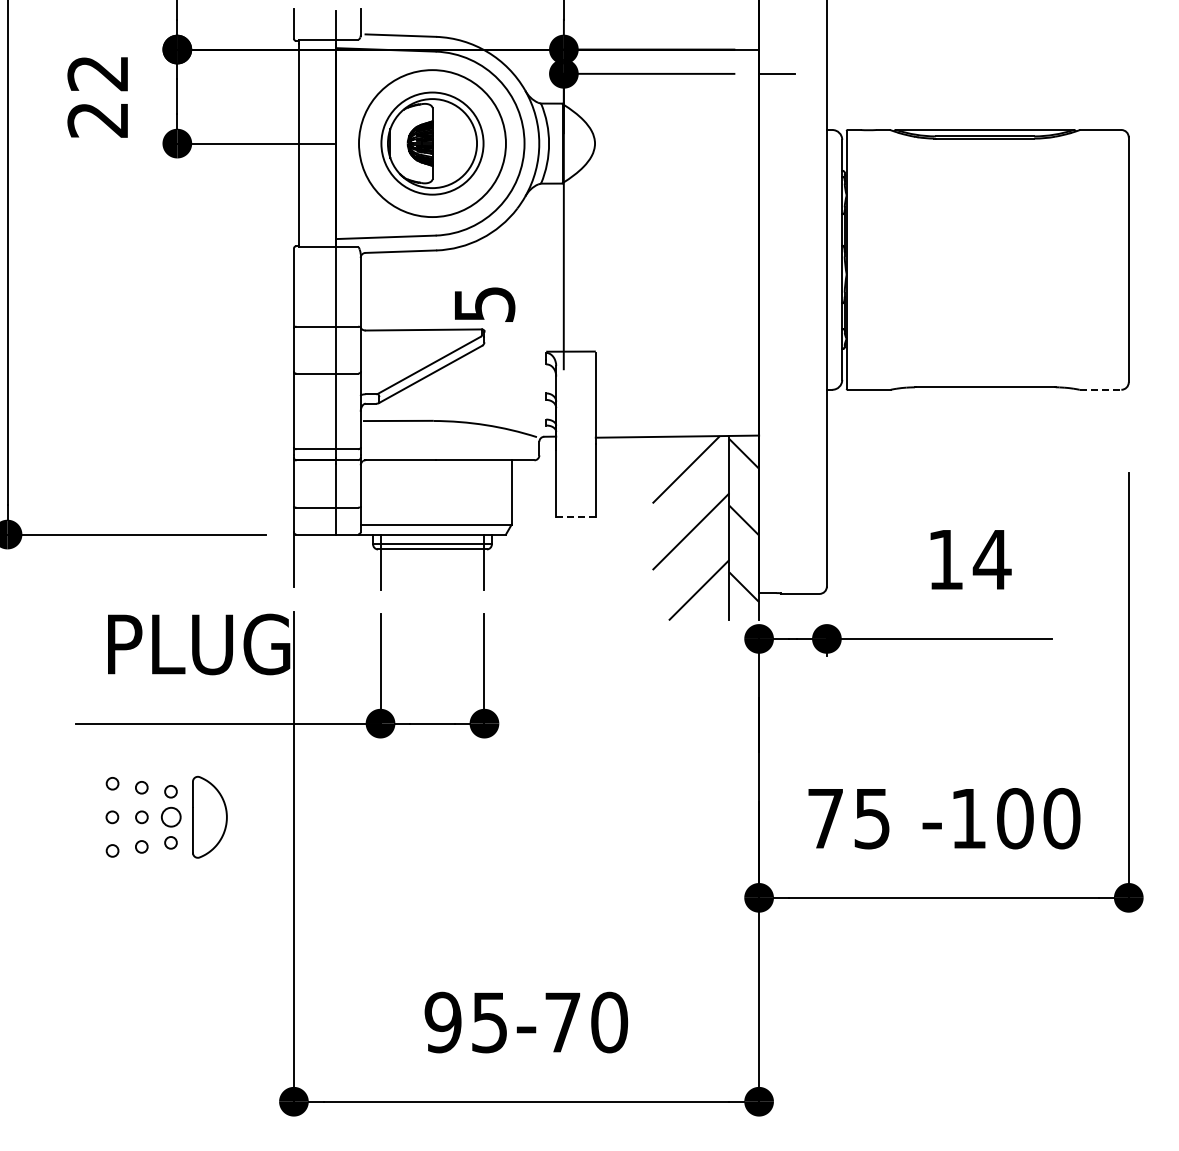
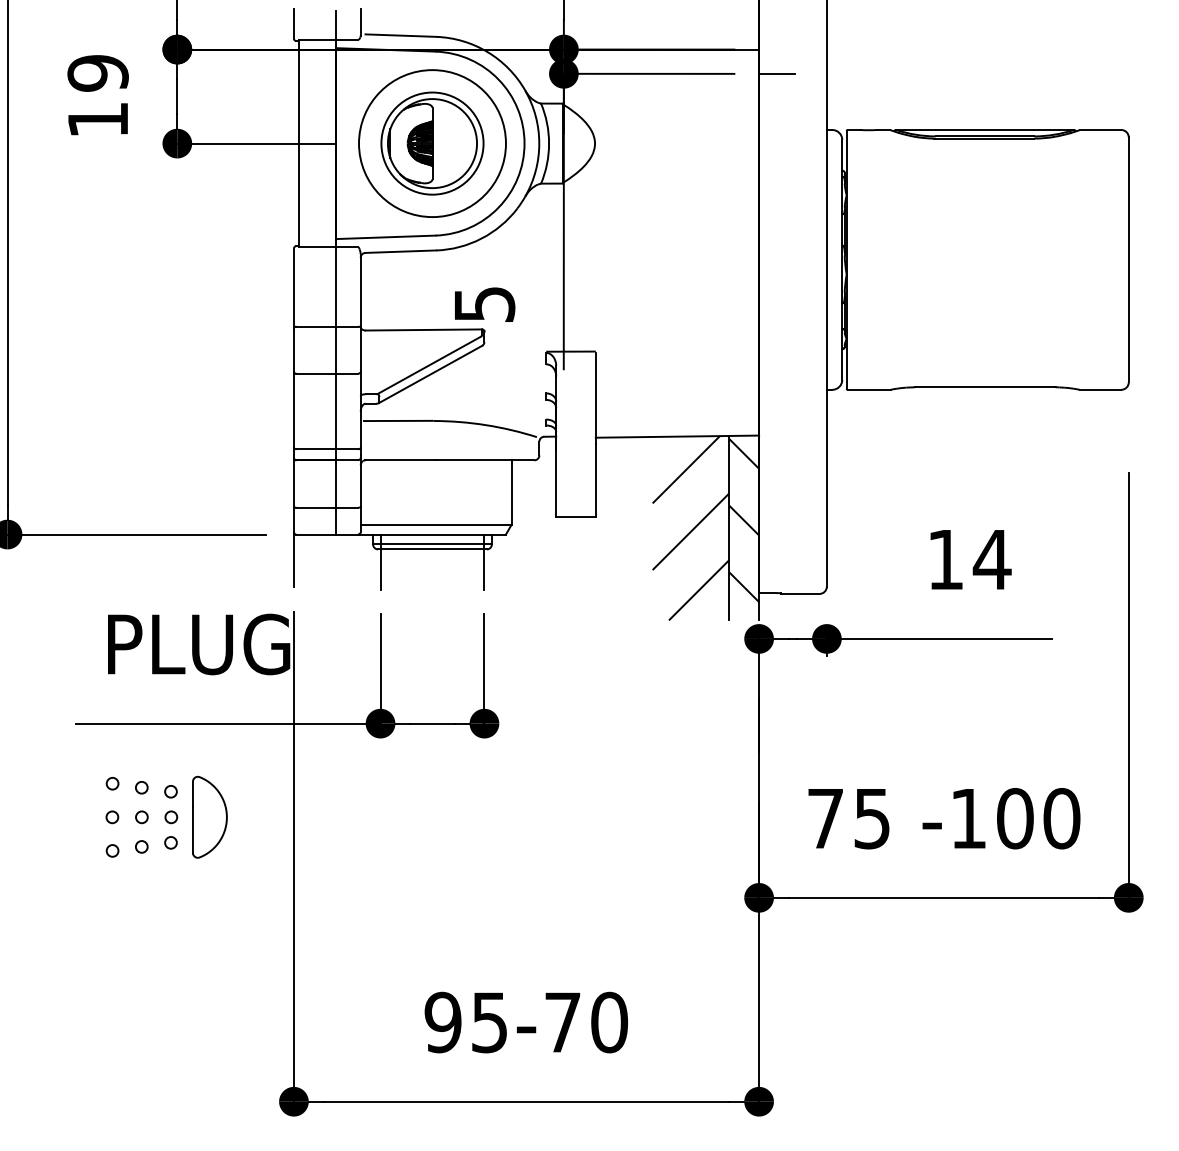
text at (97, 96): 22 -> 19
line at (1100, 389): dashed -> solid
line at (576, 517): dashed -> solid
circle at (171, 816) size: 21x22 px -> 15x15 px
